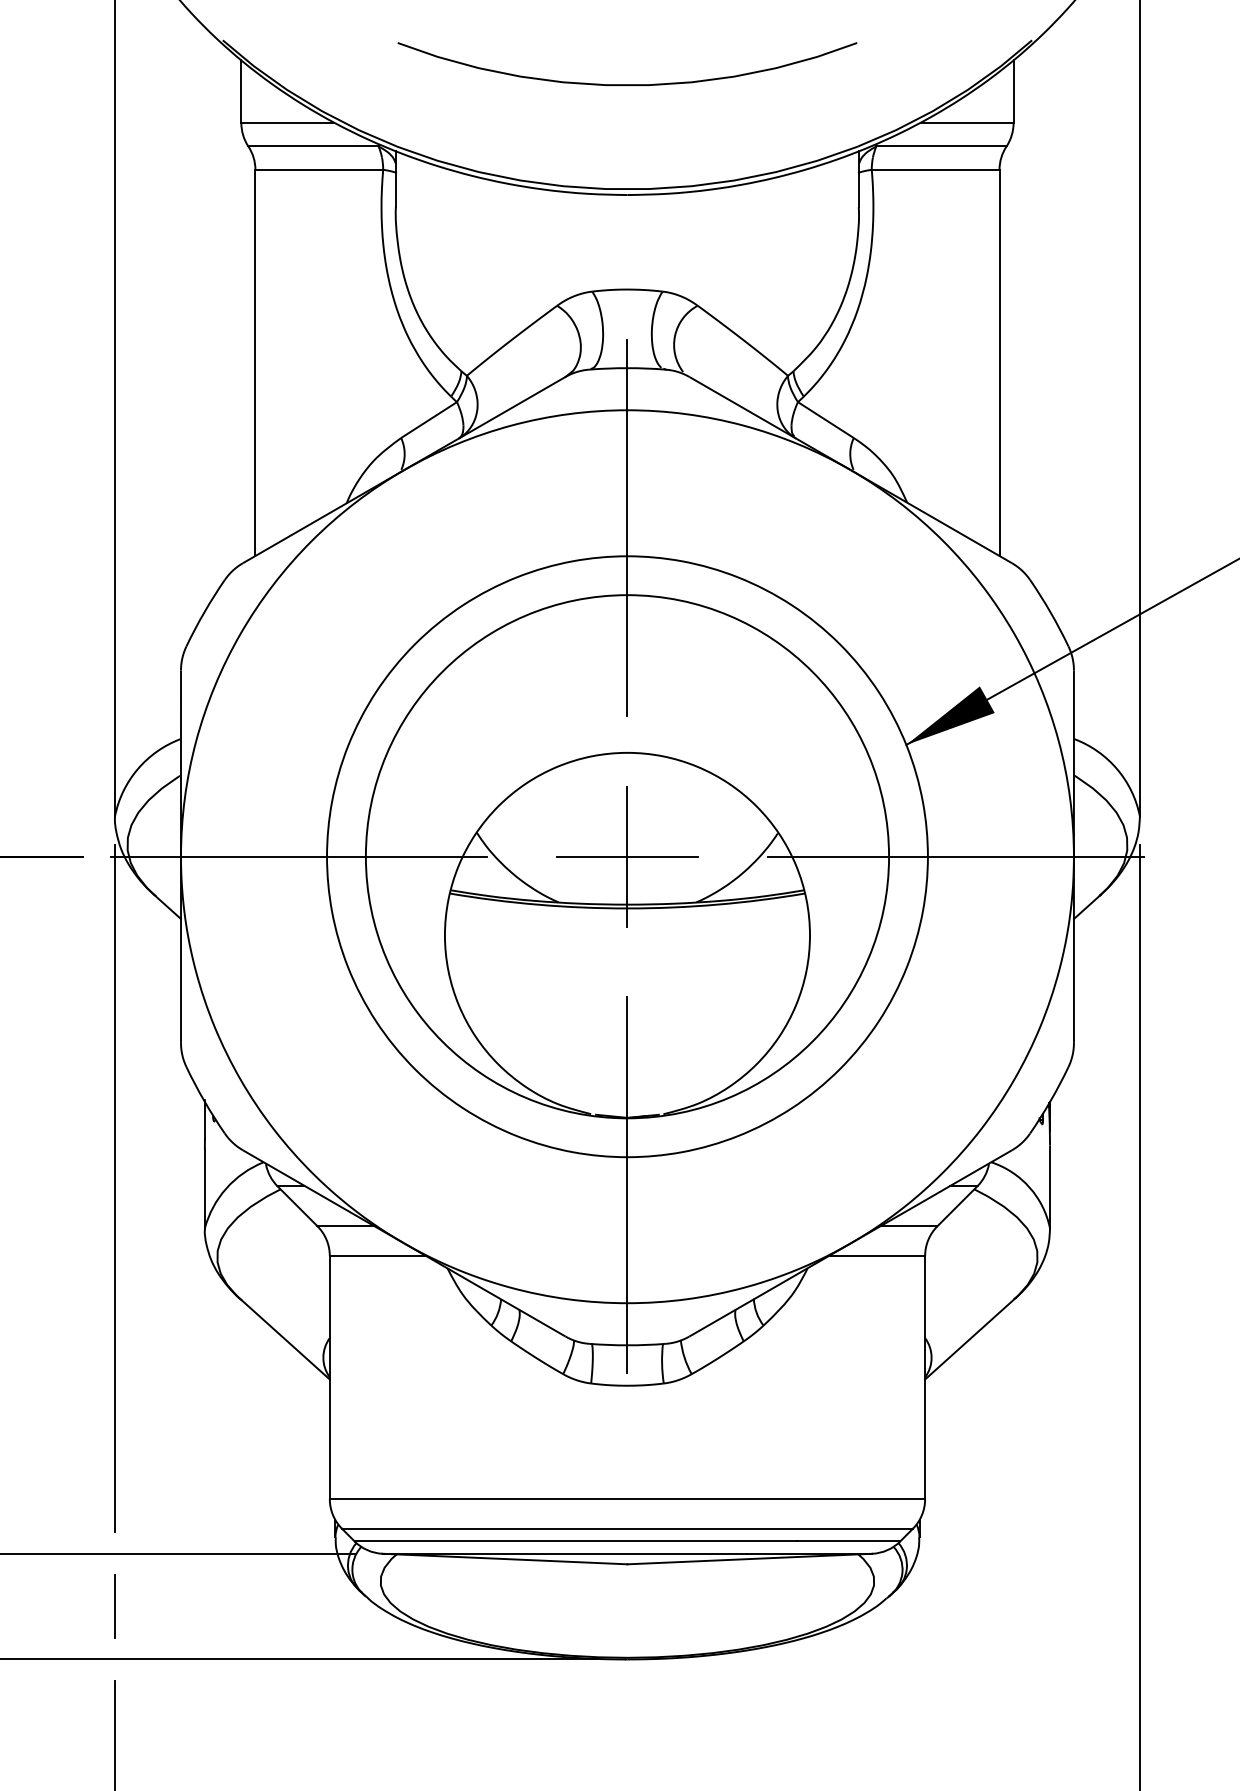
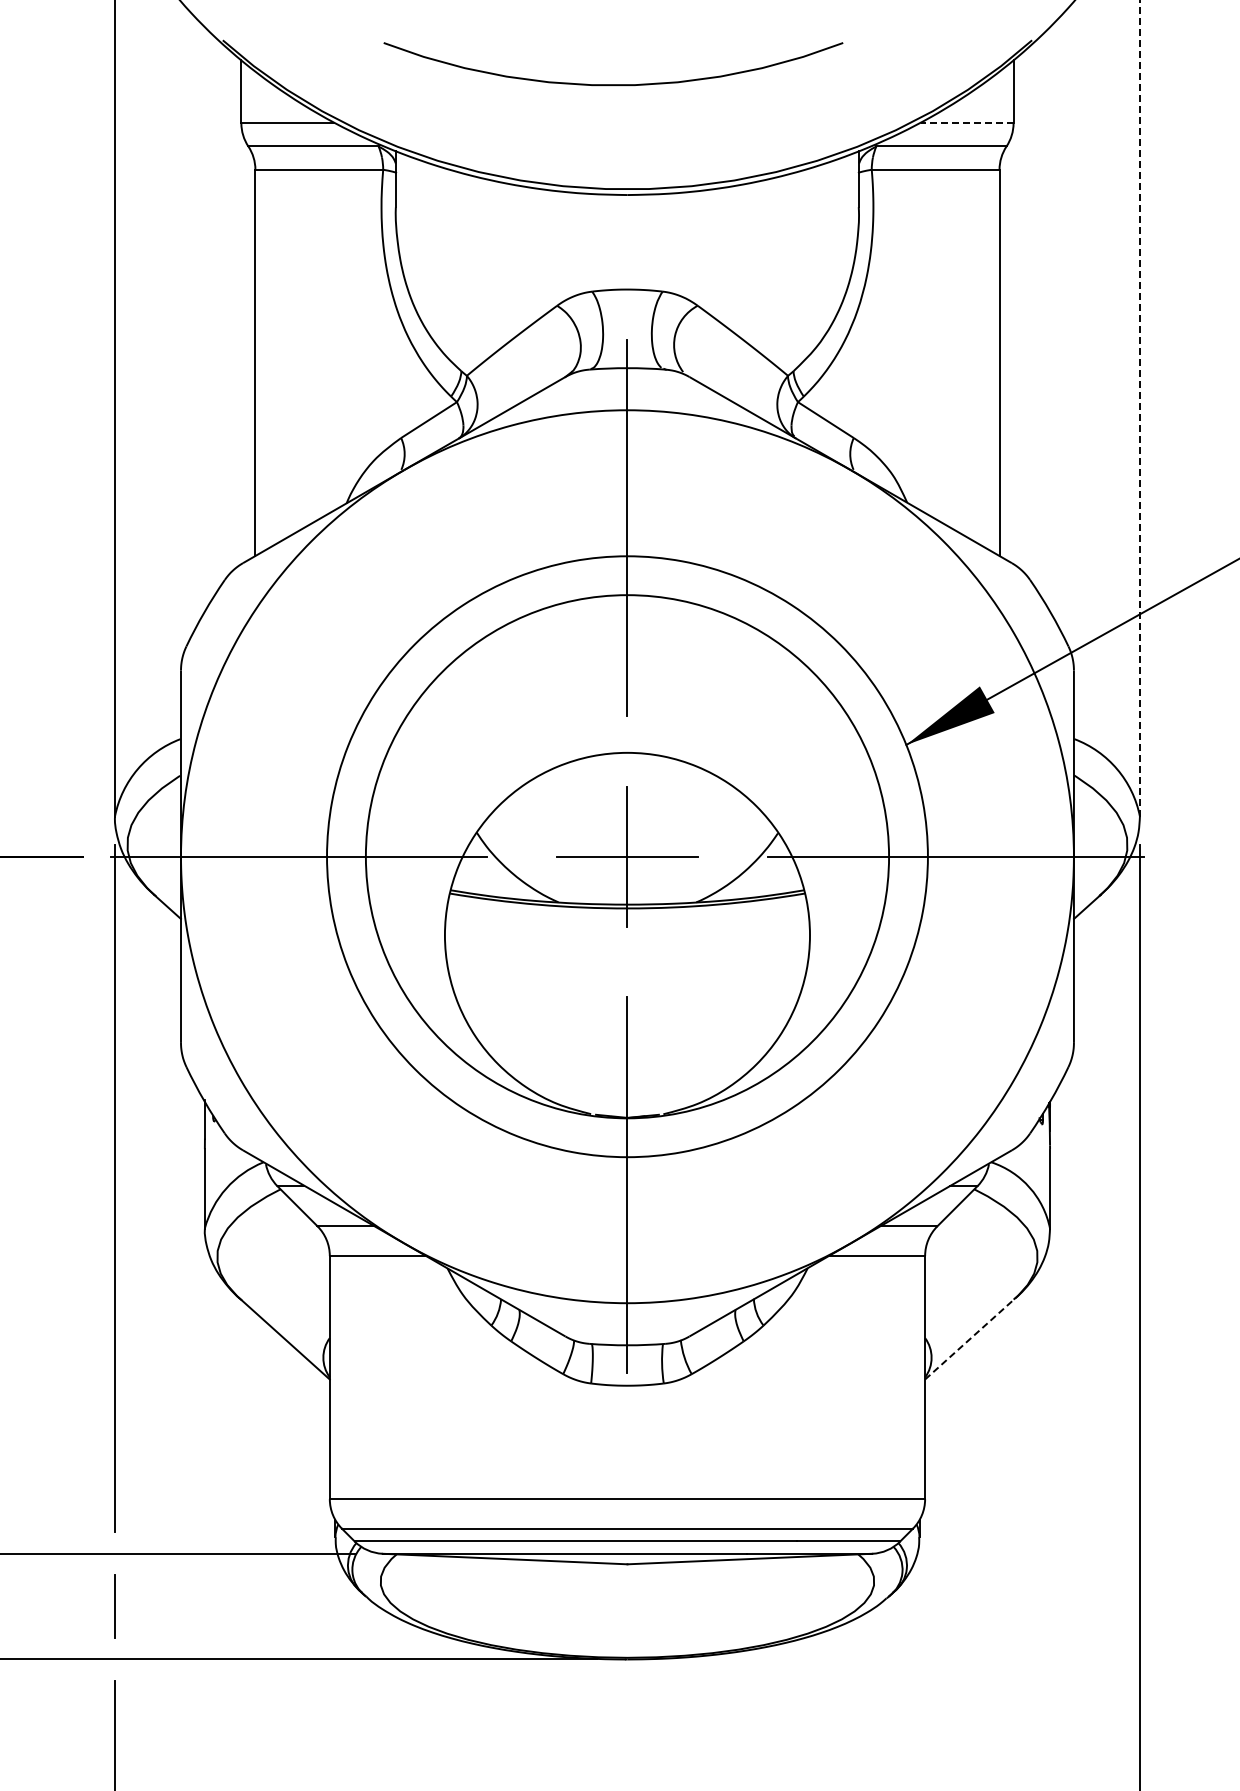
curve at (627, 84) position: (627, 84) -> (613, 84)
line at (967, 123): solid -> dashed
line at (1139, 408): solid -> dashed
line at (970, 1338): solid -> dashed
